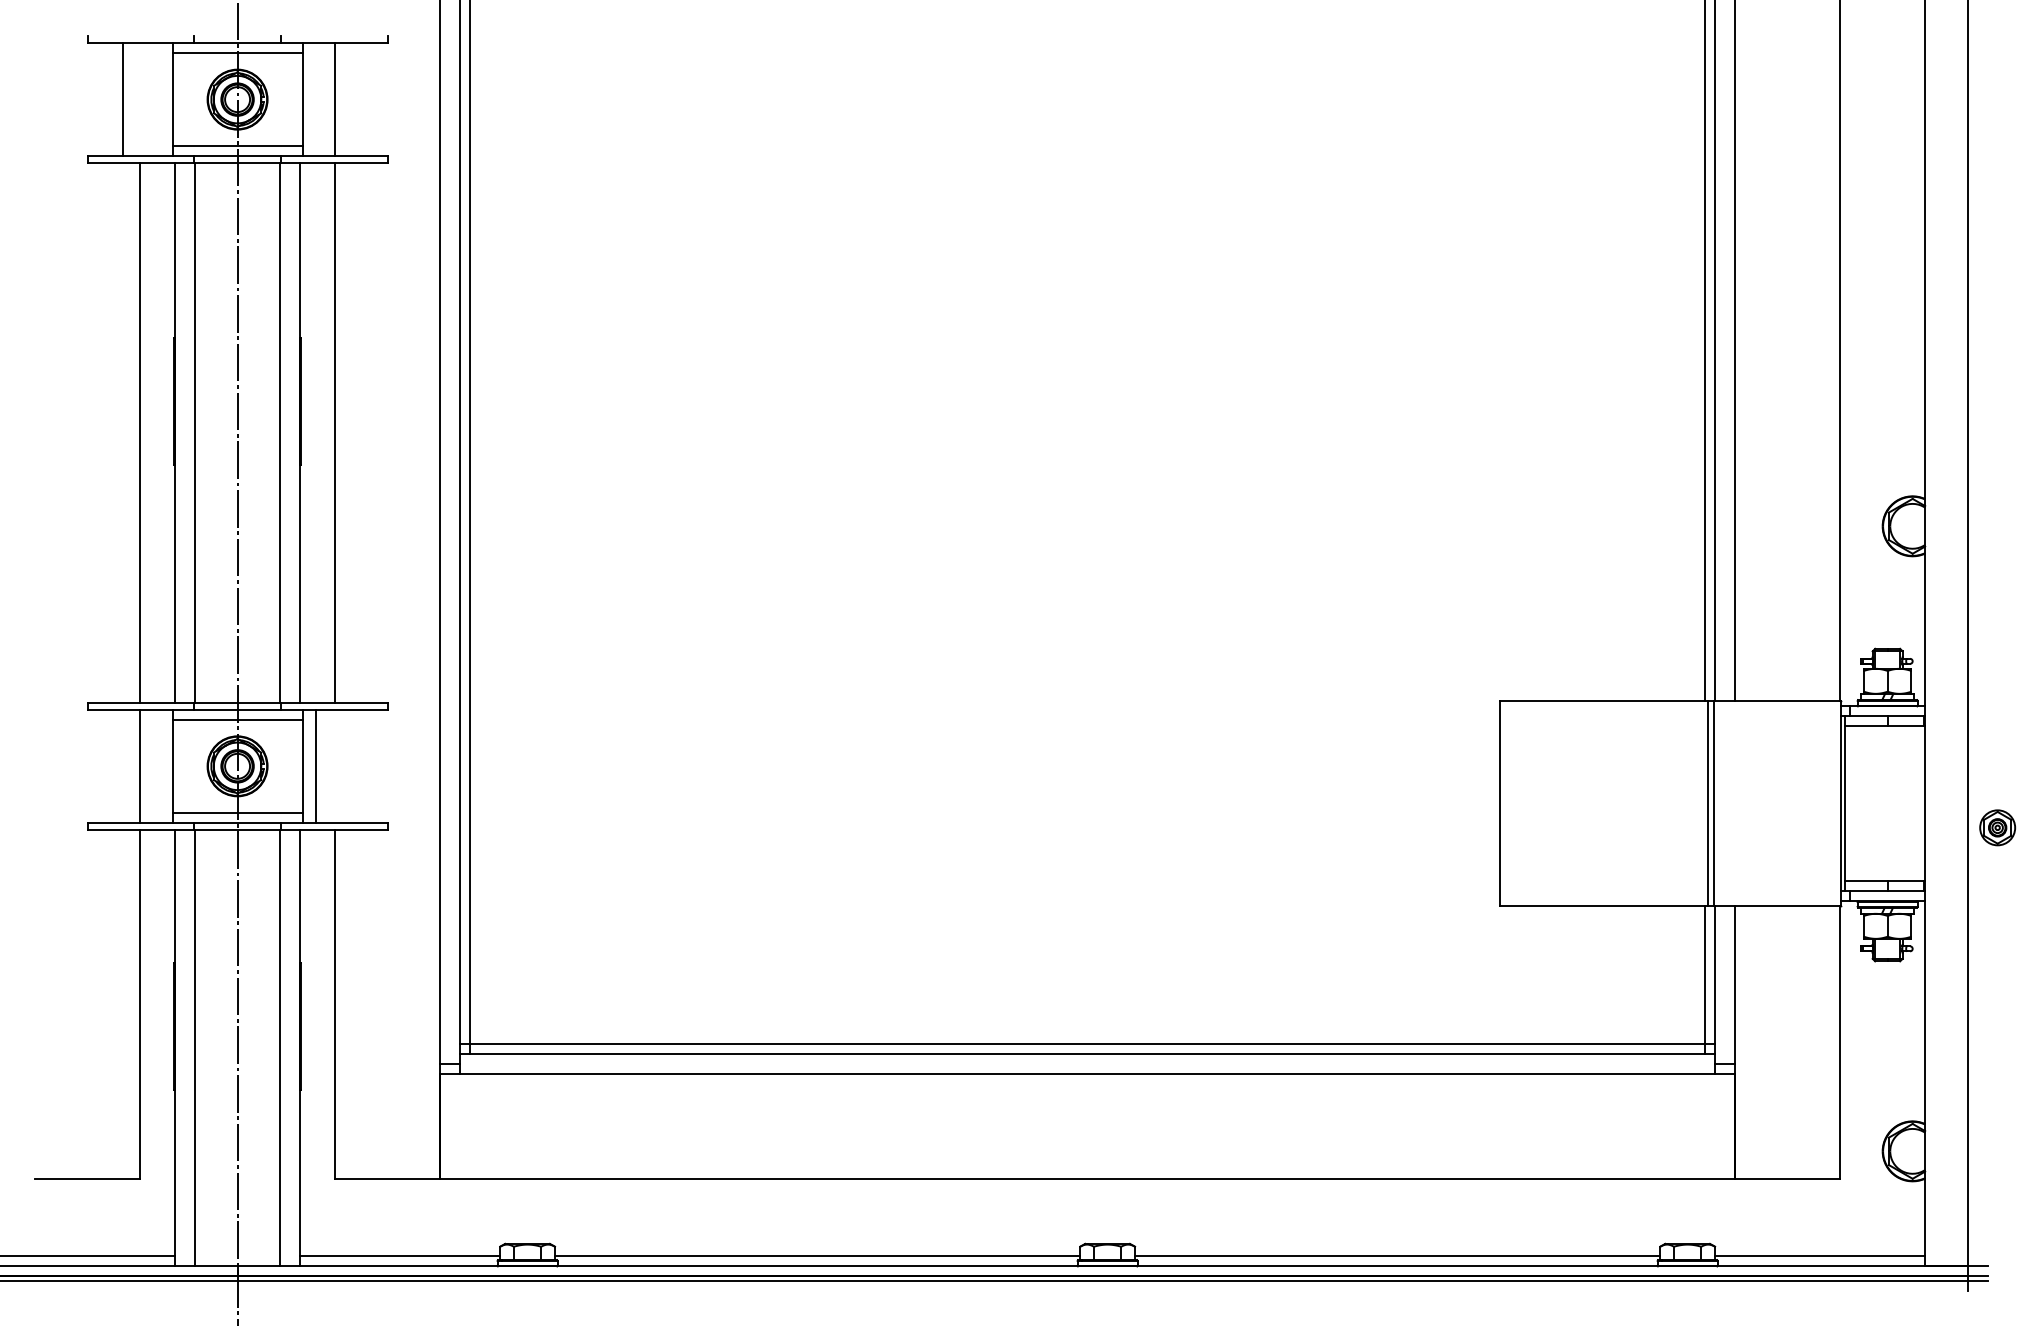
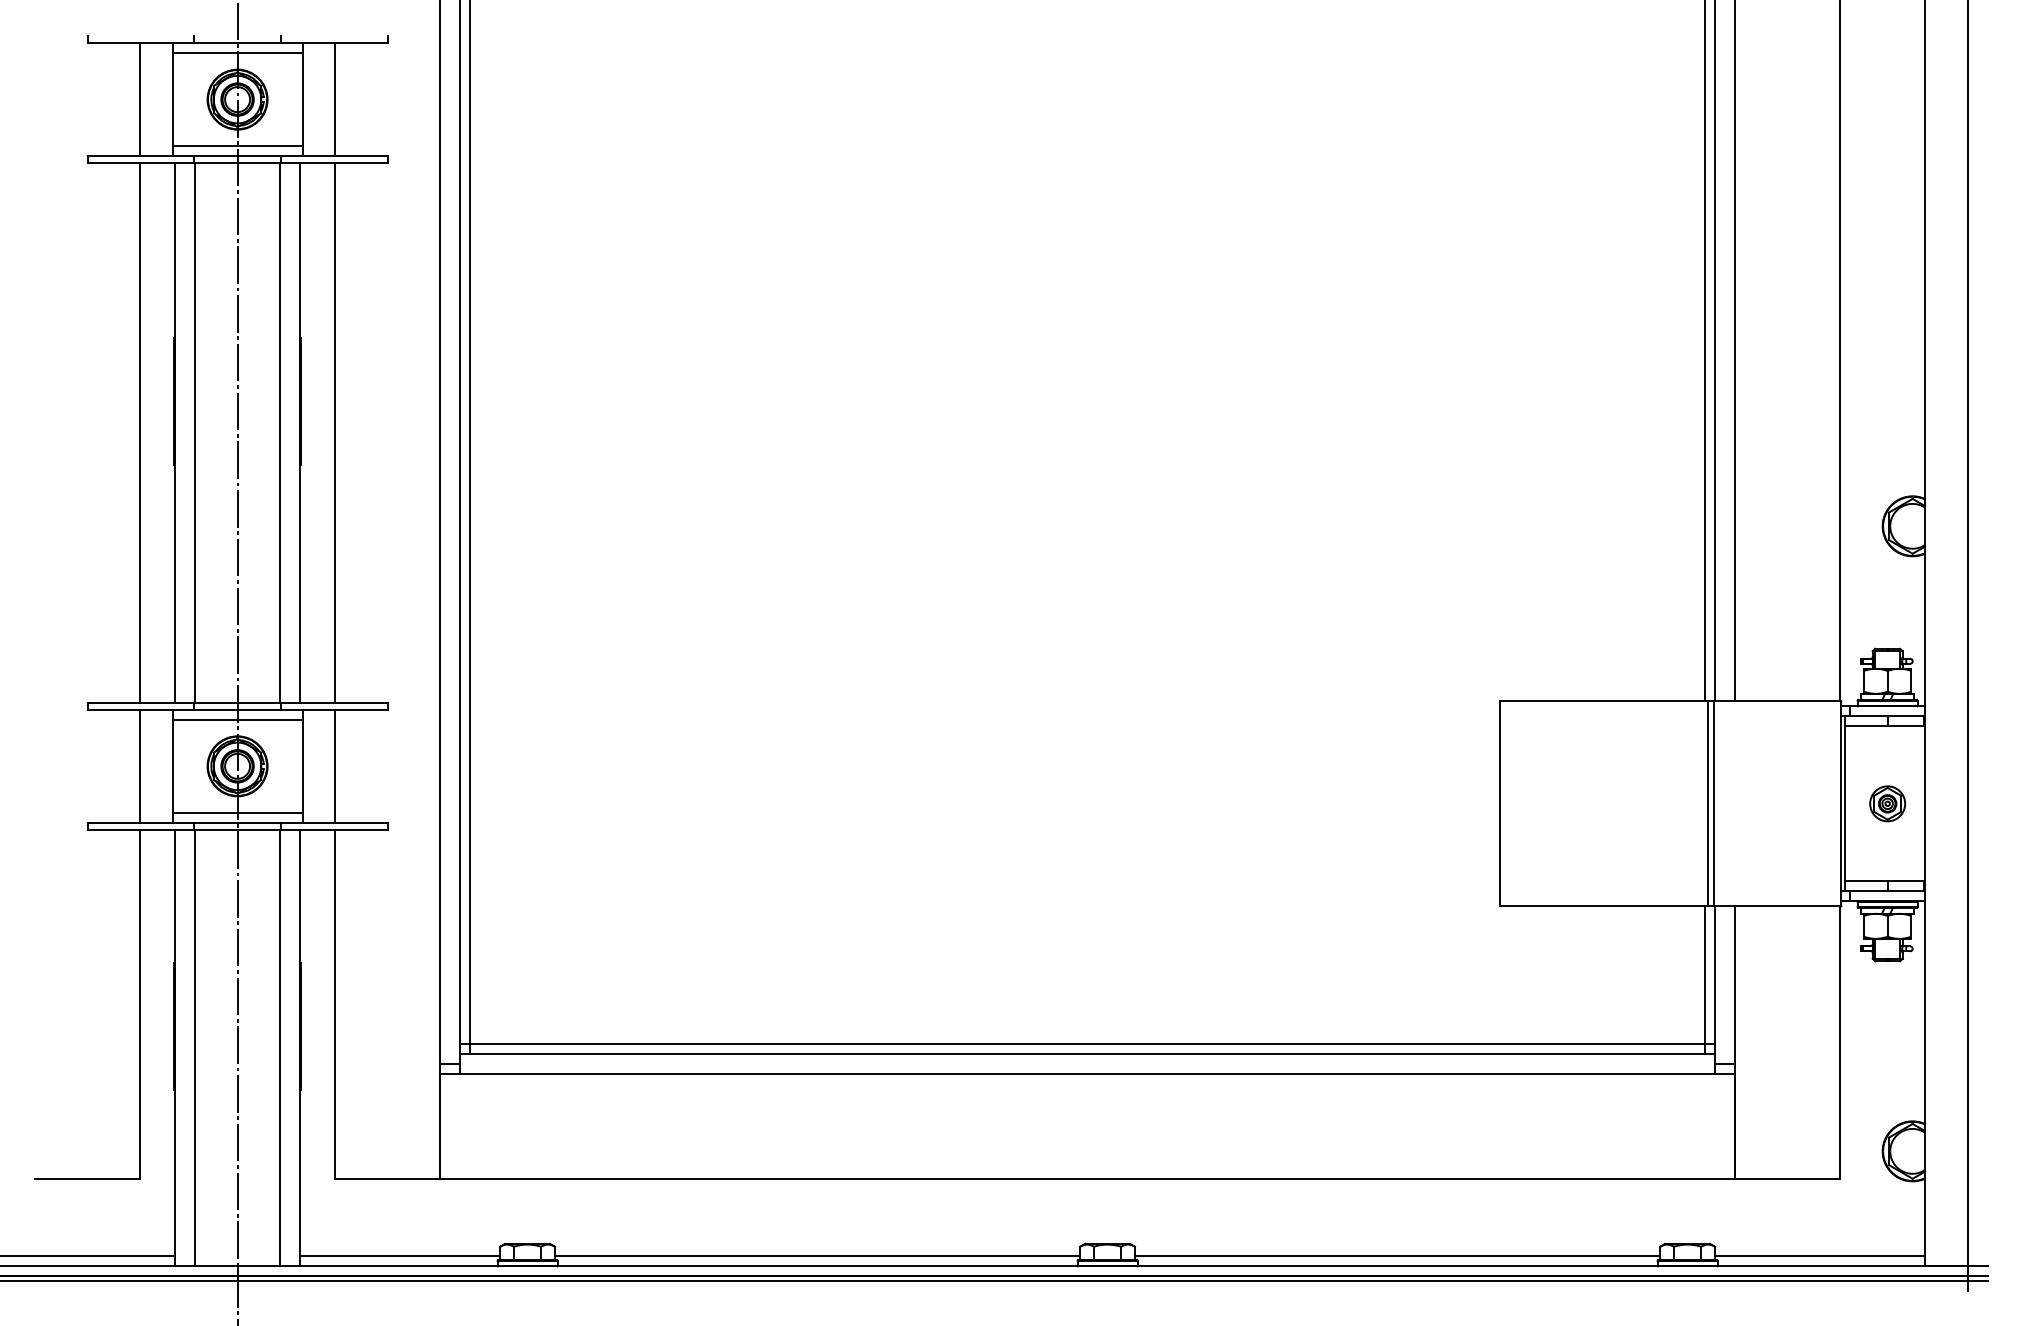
line at (123, 99) position: (123, 99) -> (140, 99)
line at (316, 766) position: (316, 766) -> (335, 766)
part at (1997, 827) position: (1997, 827) -> (1887, 803)
